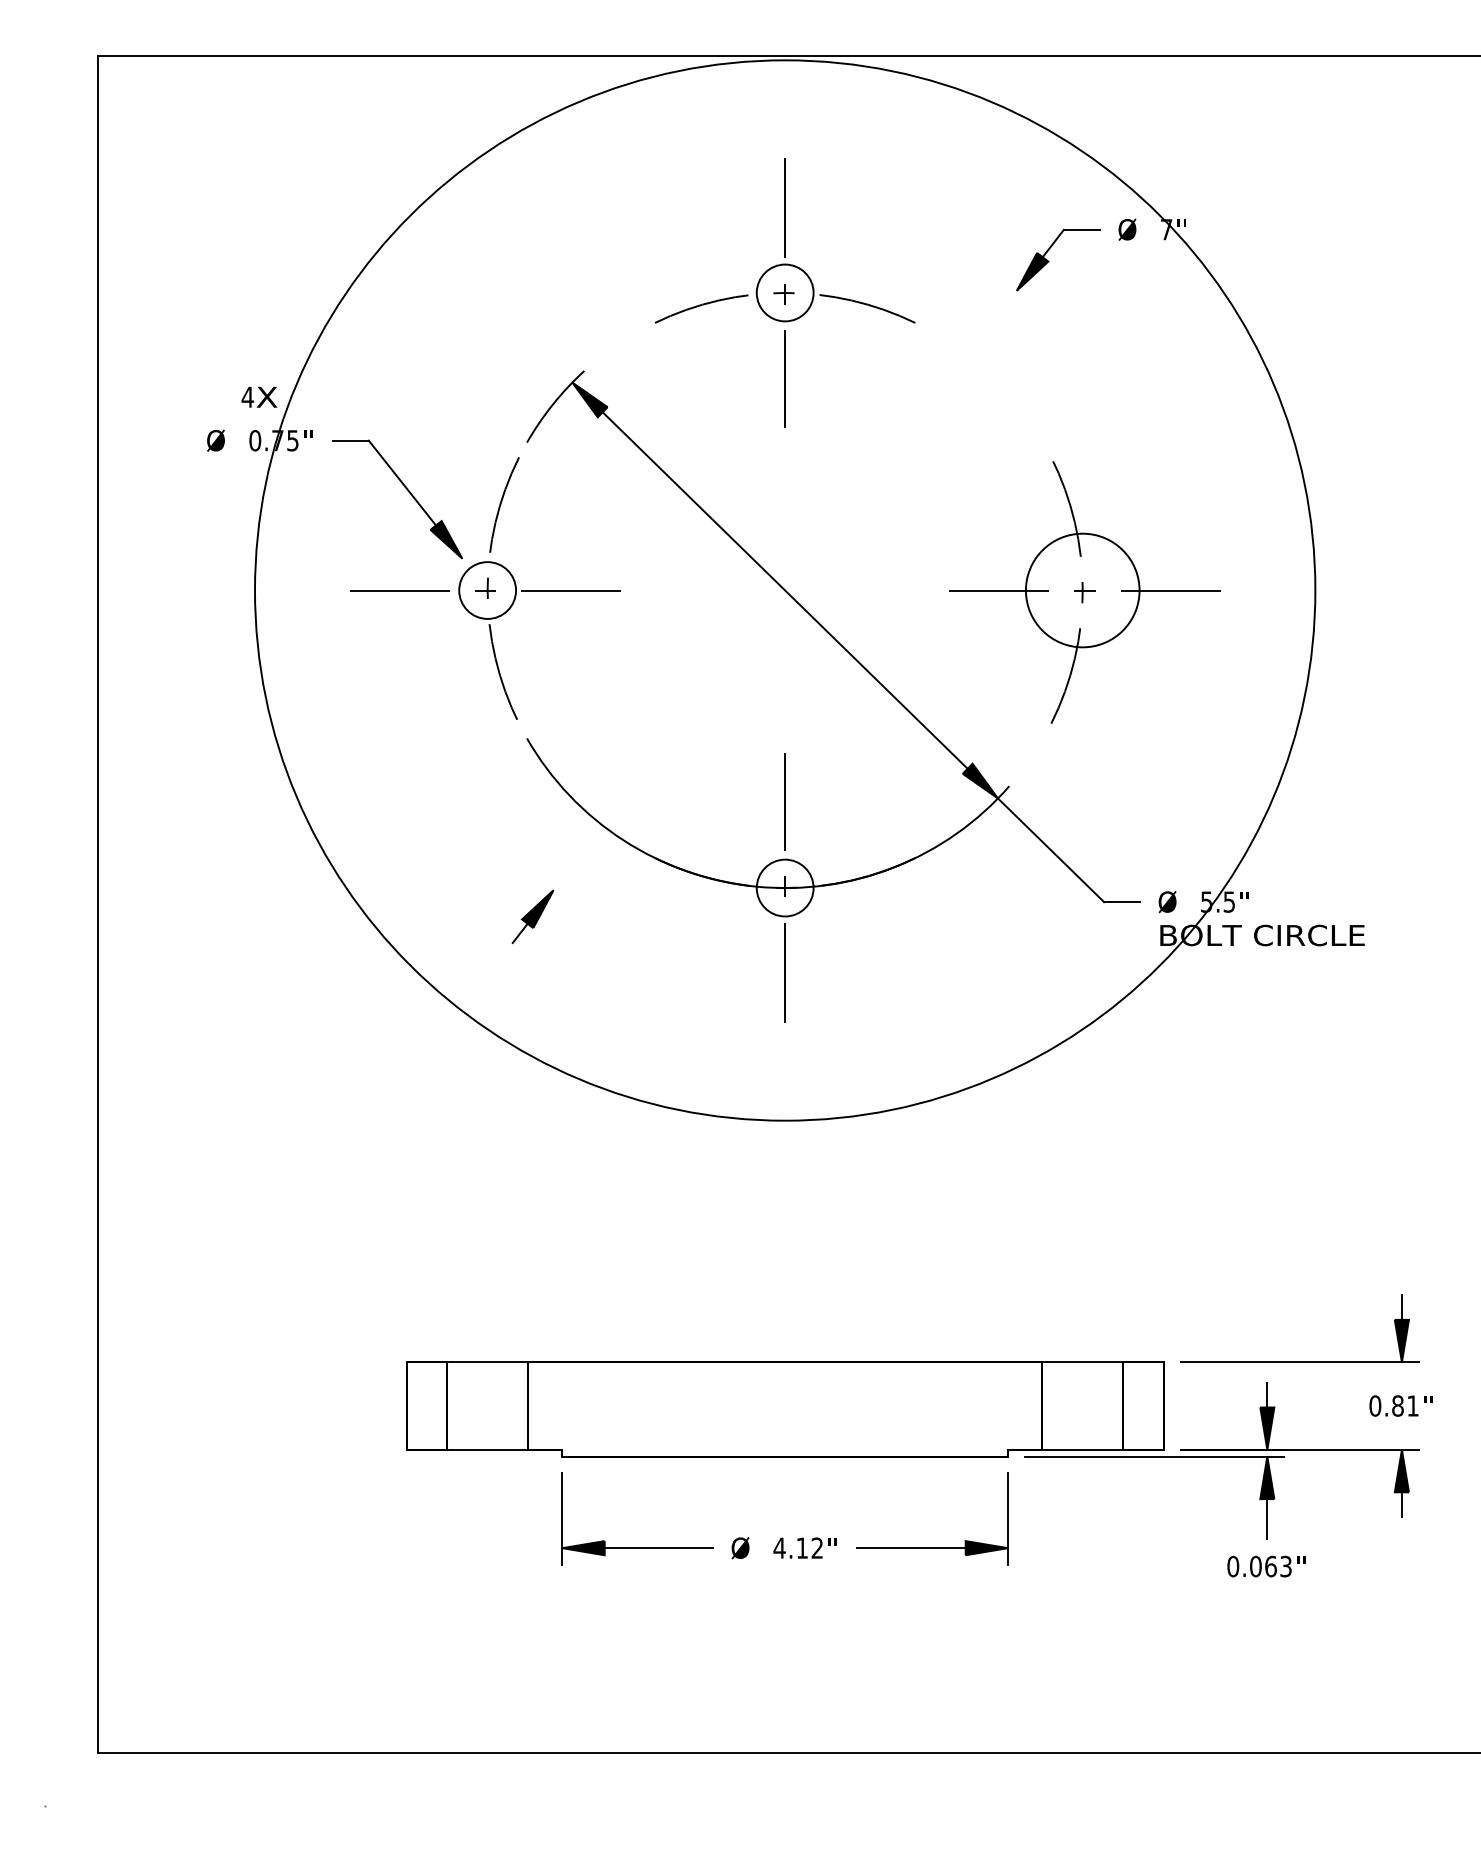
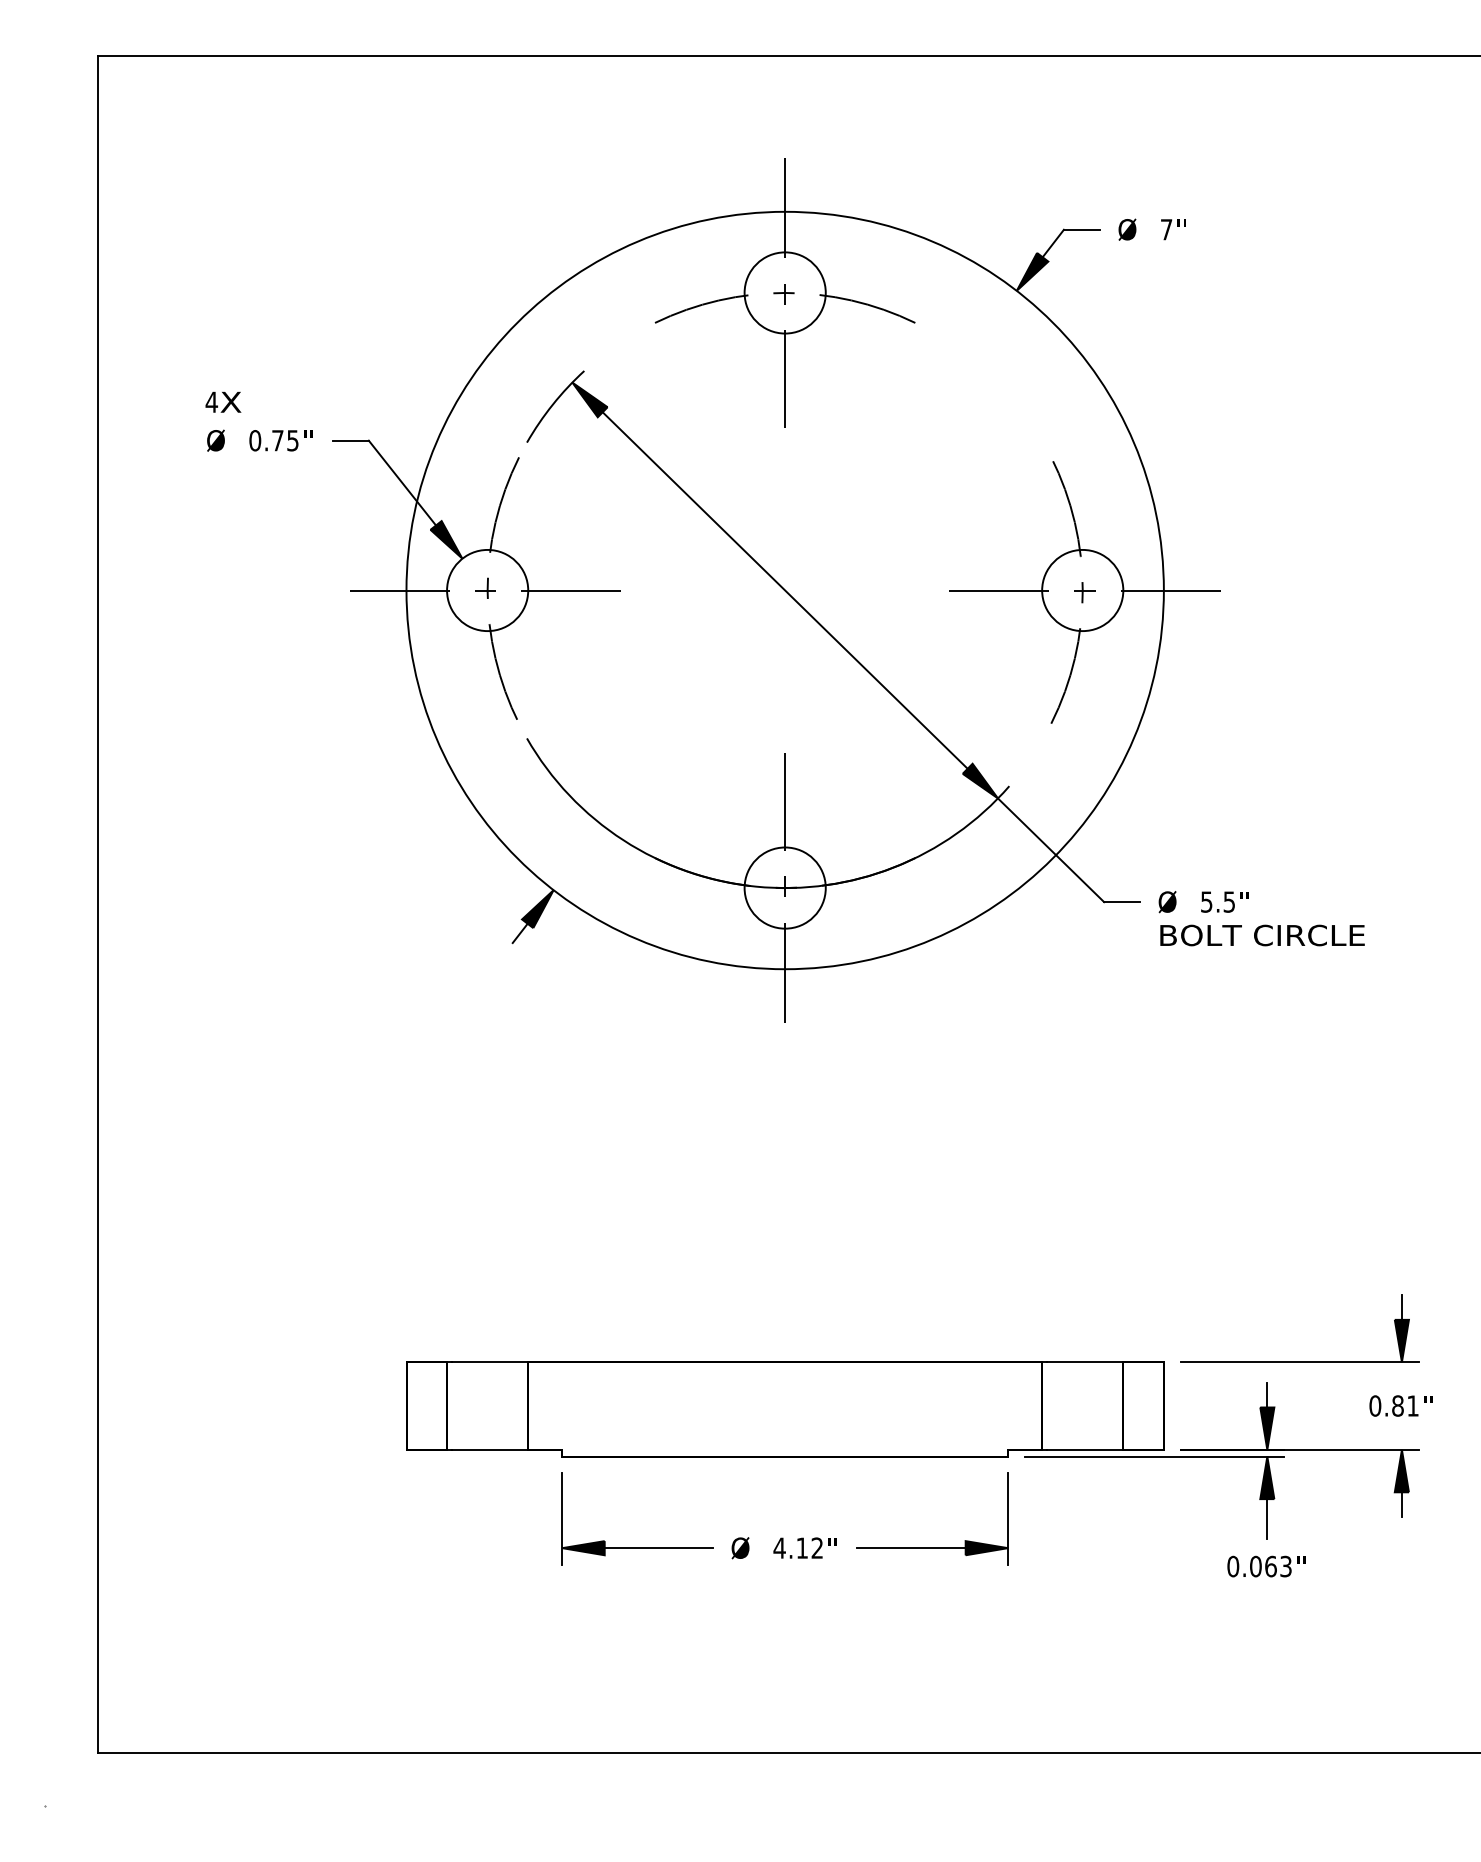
circle at (784, 292) diameter: 57 px -> 81 px
text at (259, 396) position: (259, 396) -> (223, 401)
circle at (487, 590) diameter: 57 px -> 81 px
circle at (785, 590) diameter: 1060 px -> 757 px
circle at (1082, 590) diameter: 114 px -> 81 px
circle at (784, 887) diameter: 57 px -> 81 px
